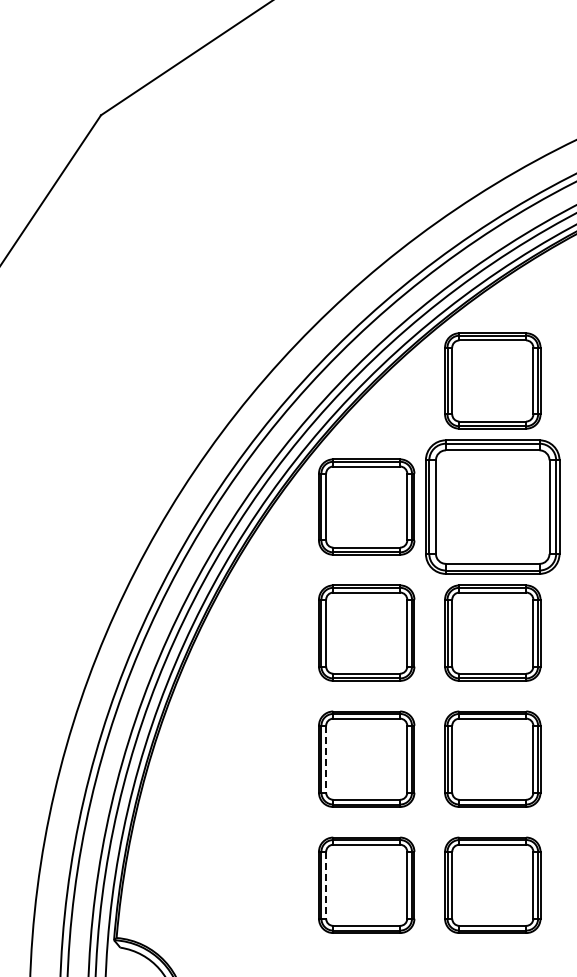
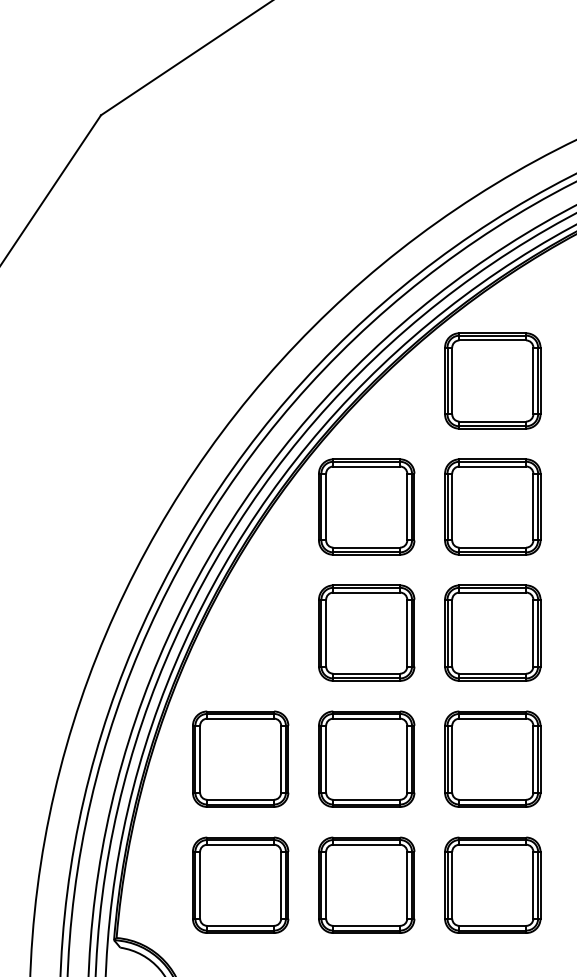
part at (492, 506) size: 136x136 px -> 98x98 px
part at (240, 758): none -> present
line at (326, 759): dashed -> solid
part at (240, 884): none -> present
line at (326, 885): dashed -> solid
